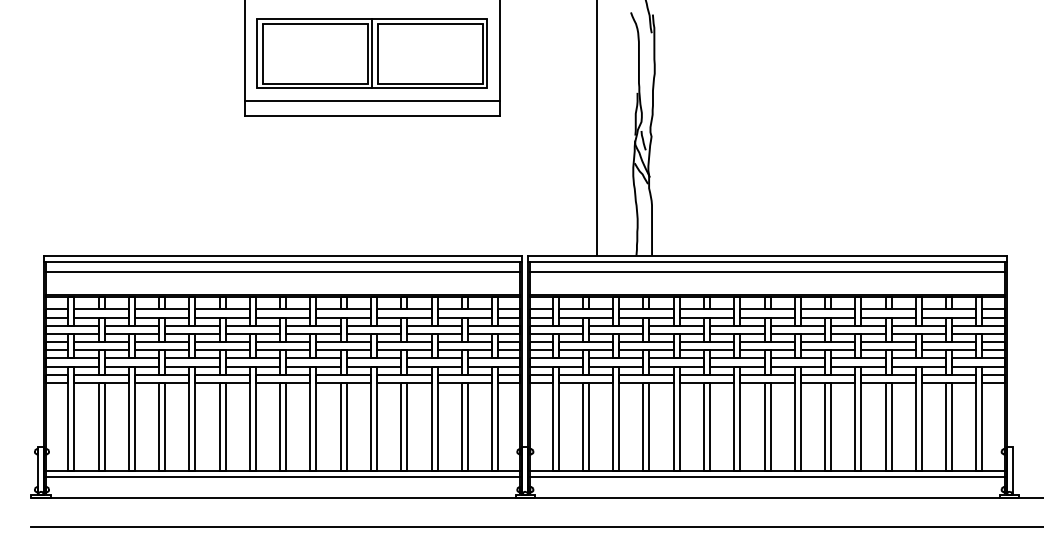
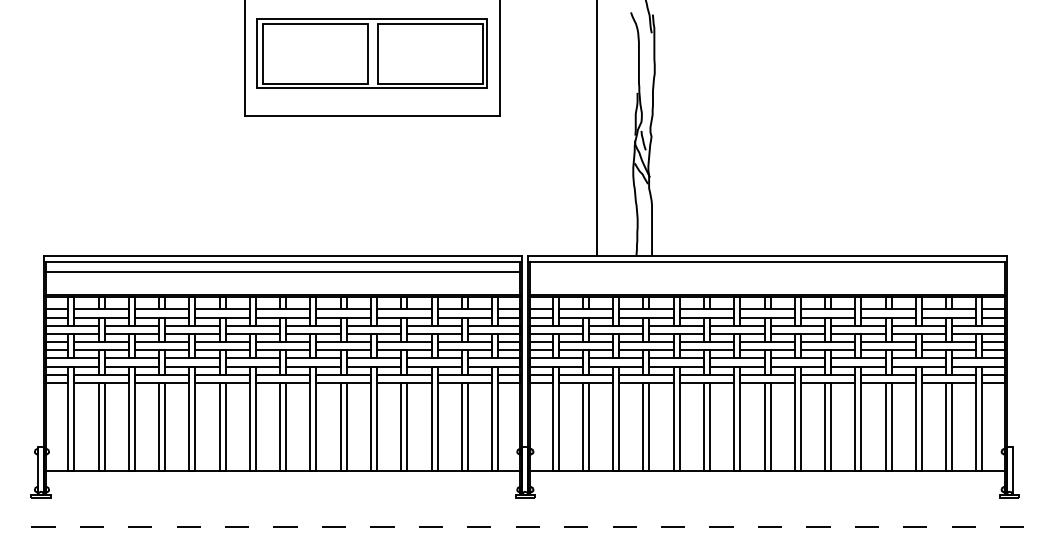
line at (372, 53): present -> none
line at (372, 100): present -> none
line at (767, 272): present -> none
line at (282, 477): present -> none
line at (767, 477): present -> none
line at (535, 497): present -> none
line at (537, 526): solid -> dashed
